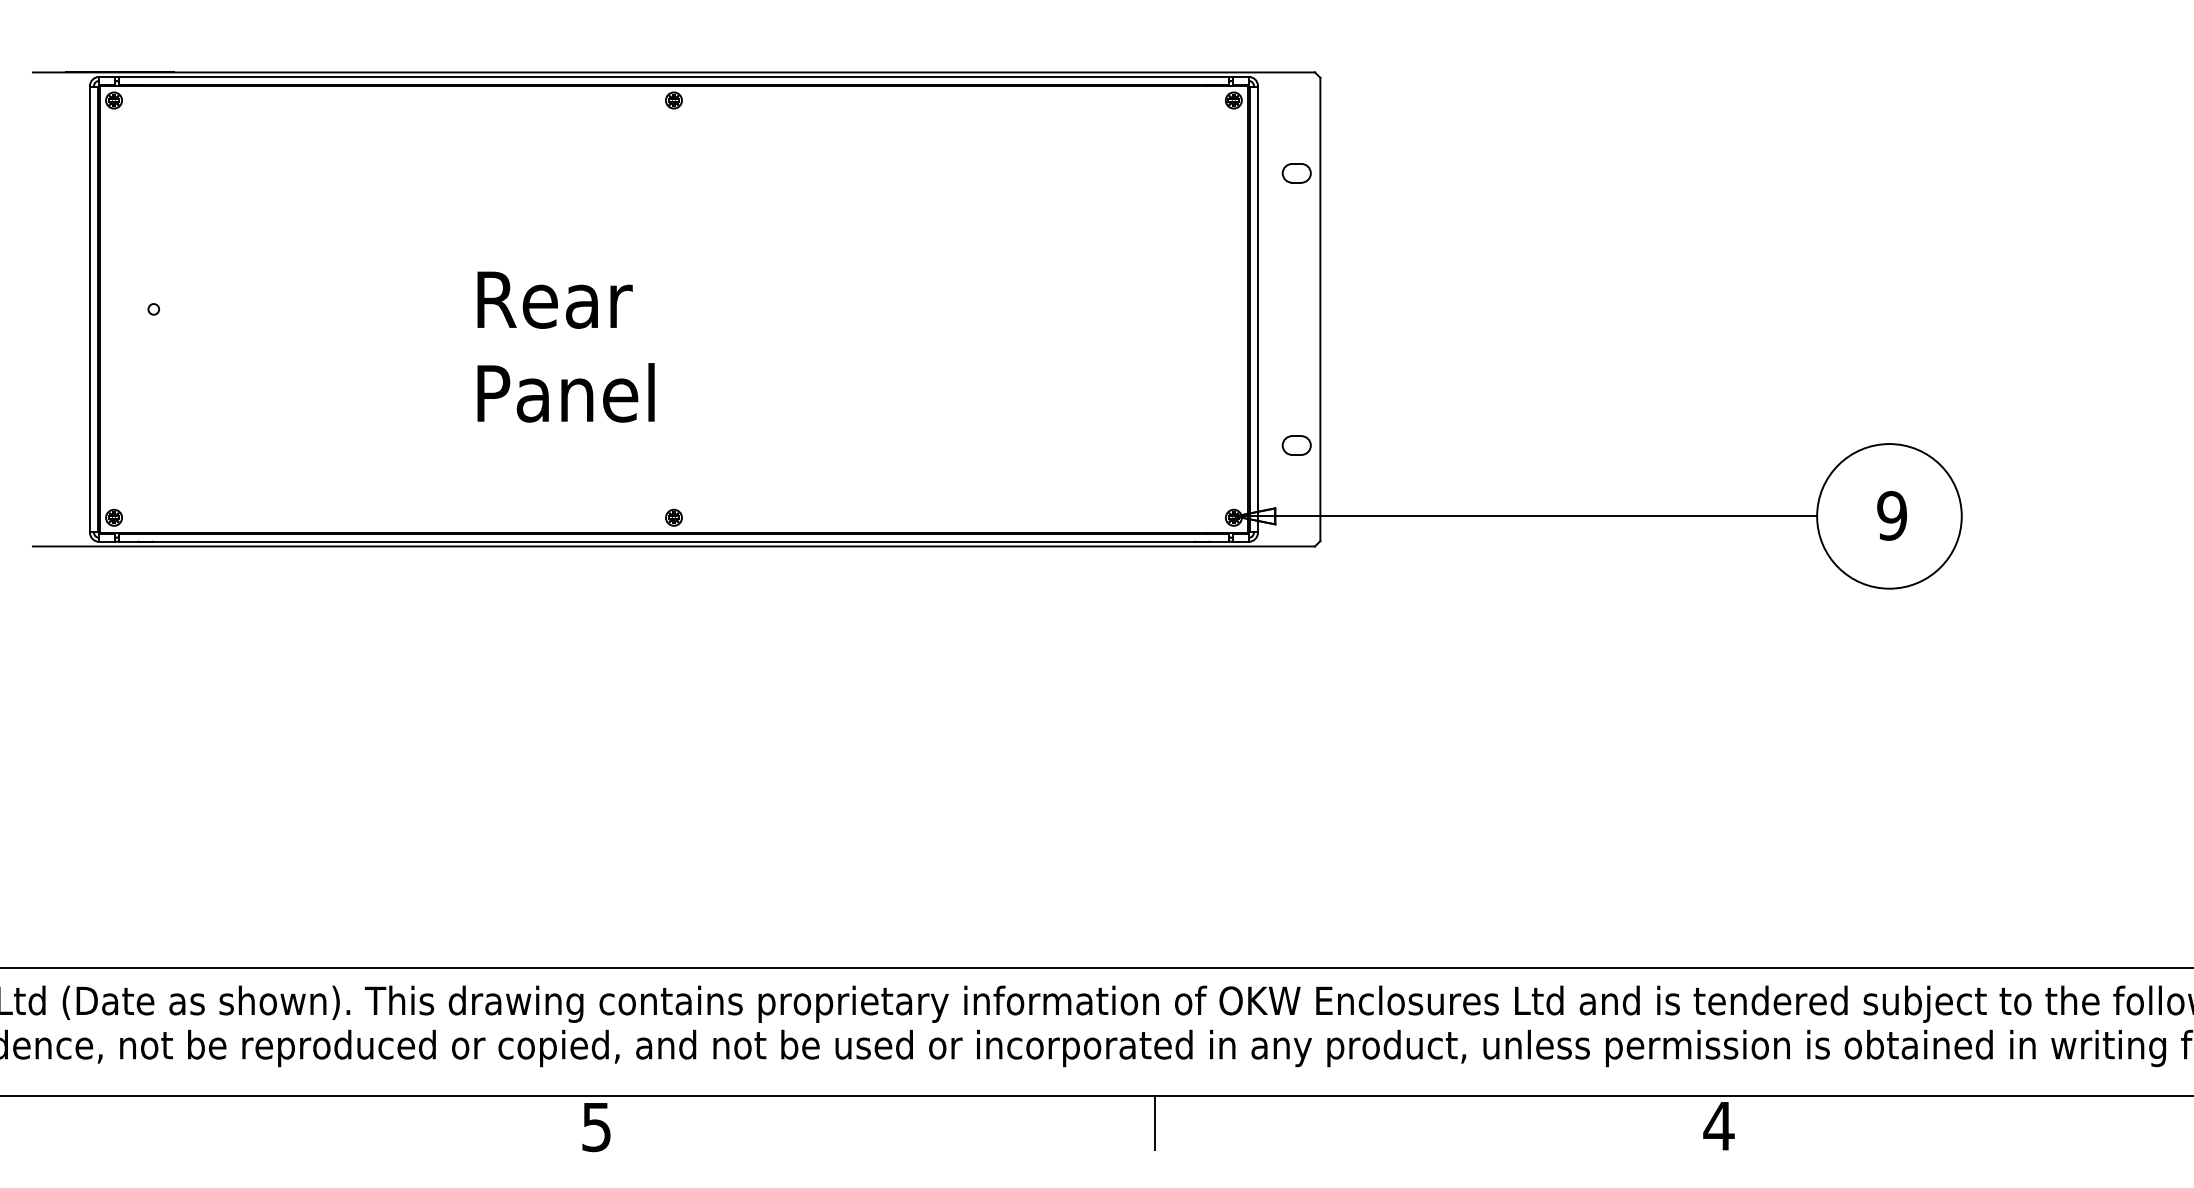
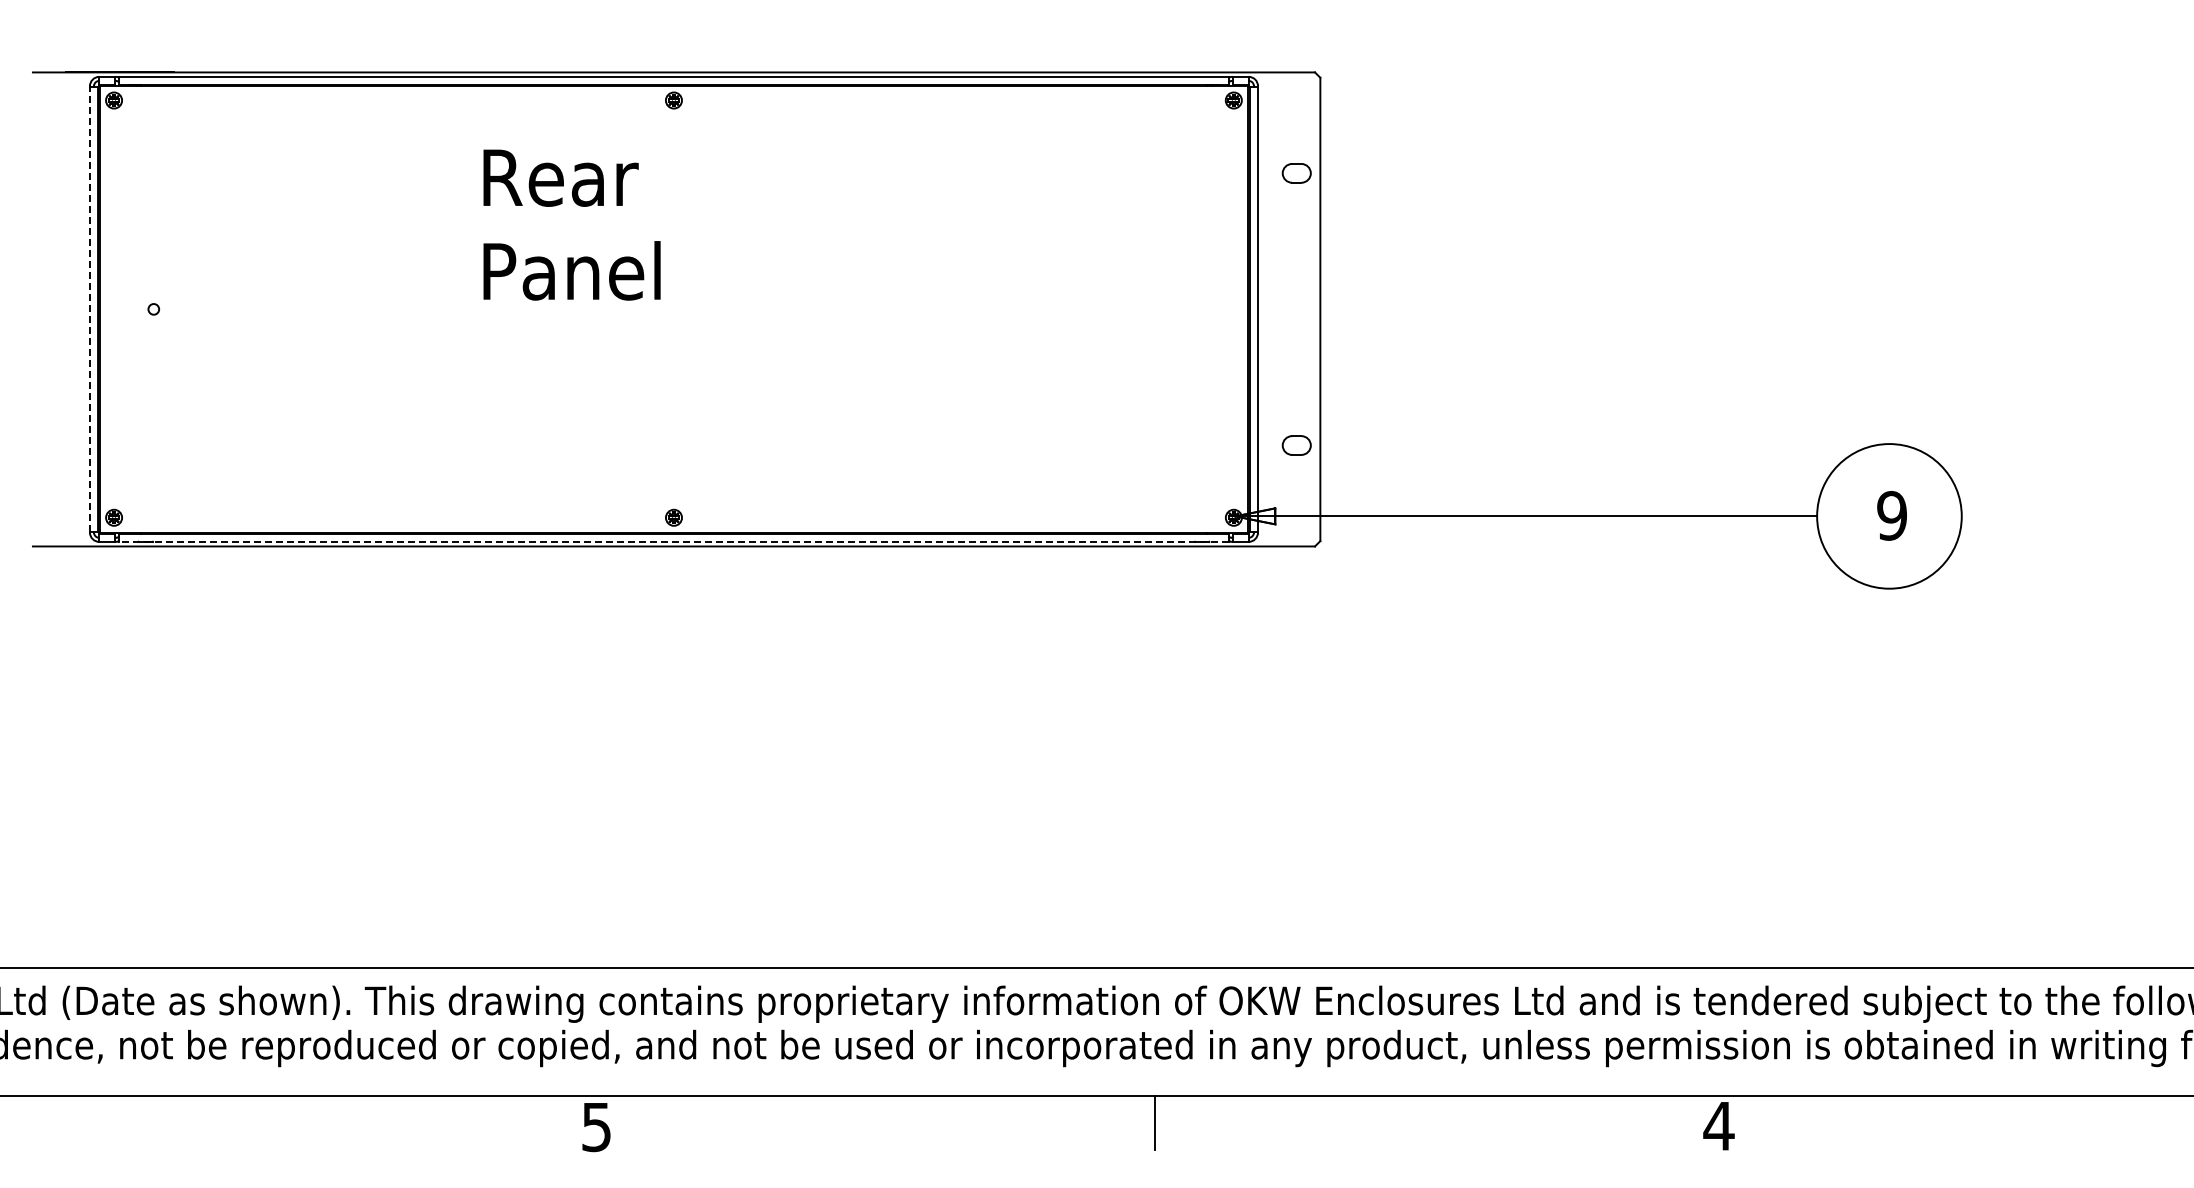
line at (89, 308): solid -> dashed
text at (565, 346) position: (565, 346) -> (571, 224)
line at (673, 541): solid -> dashed
